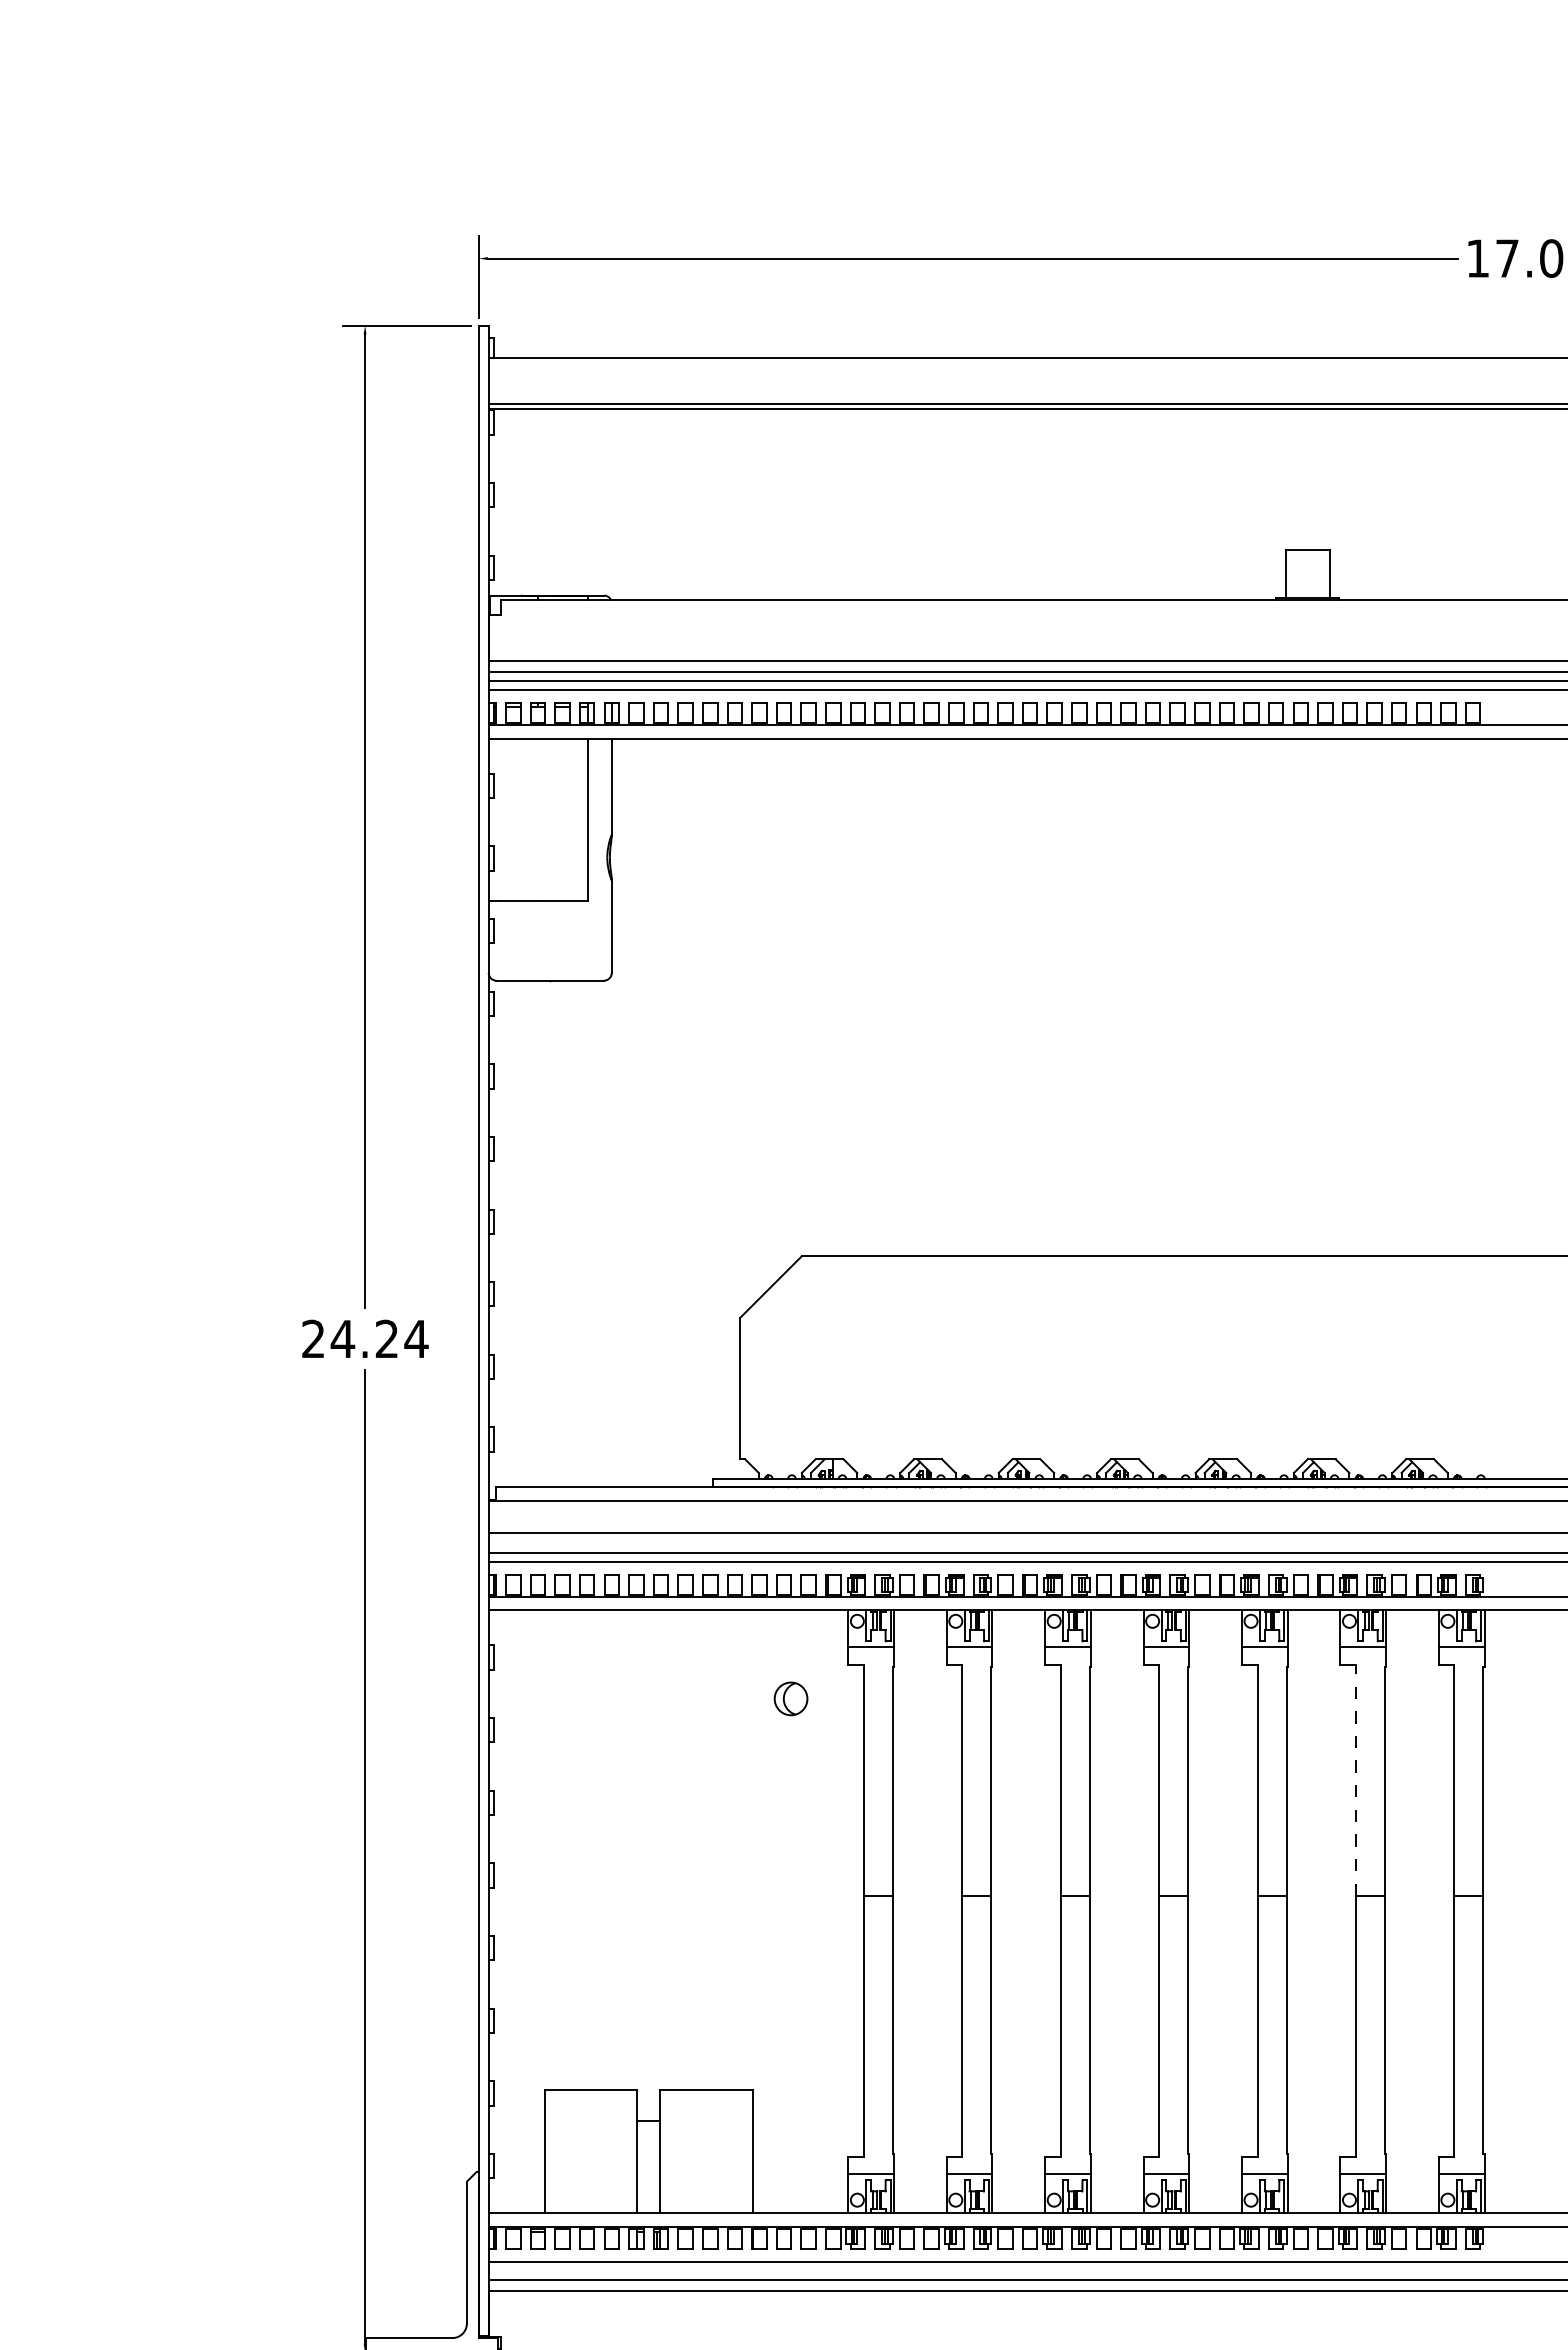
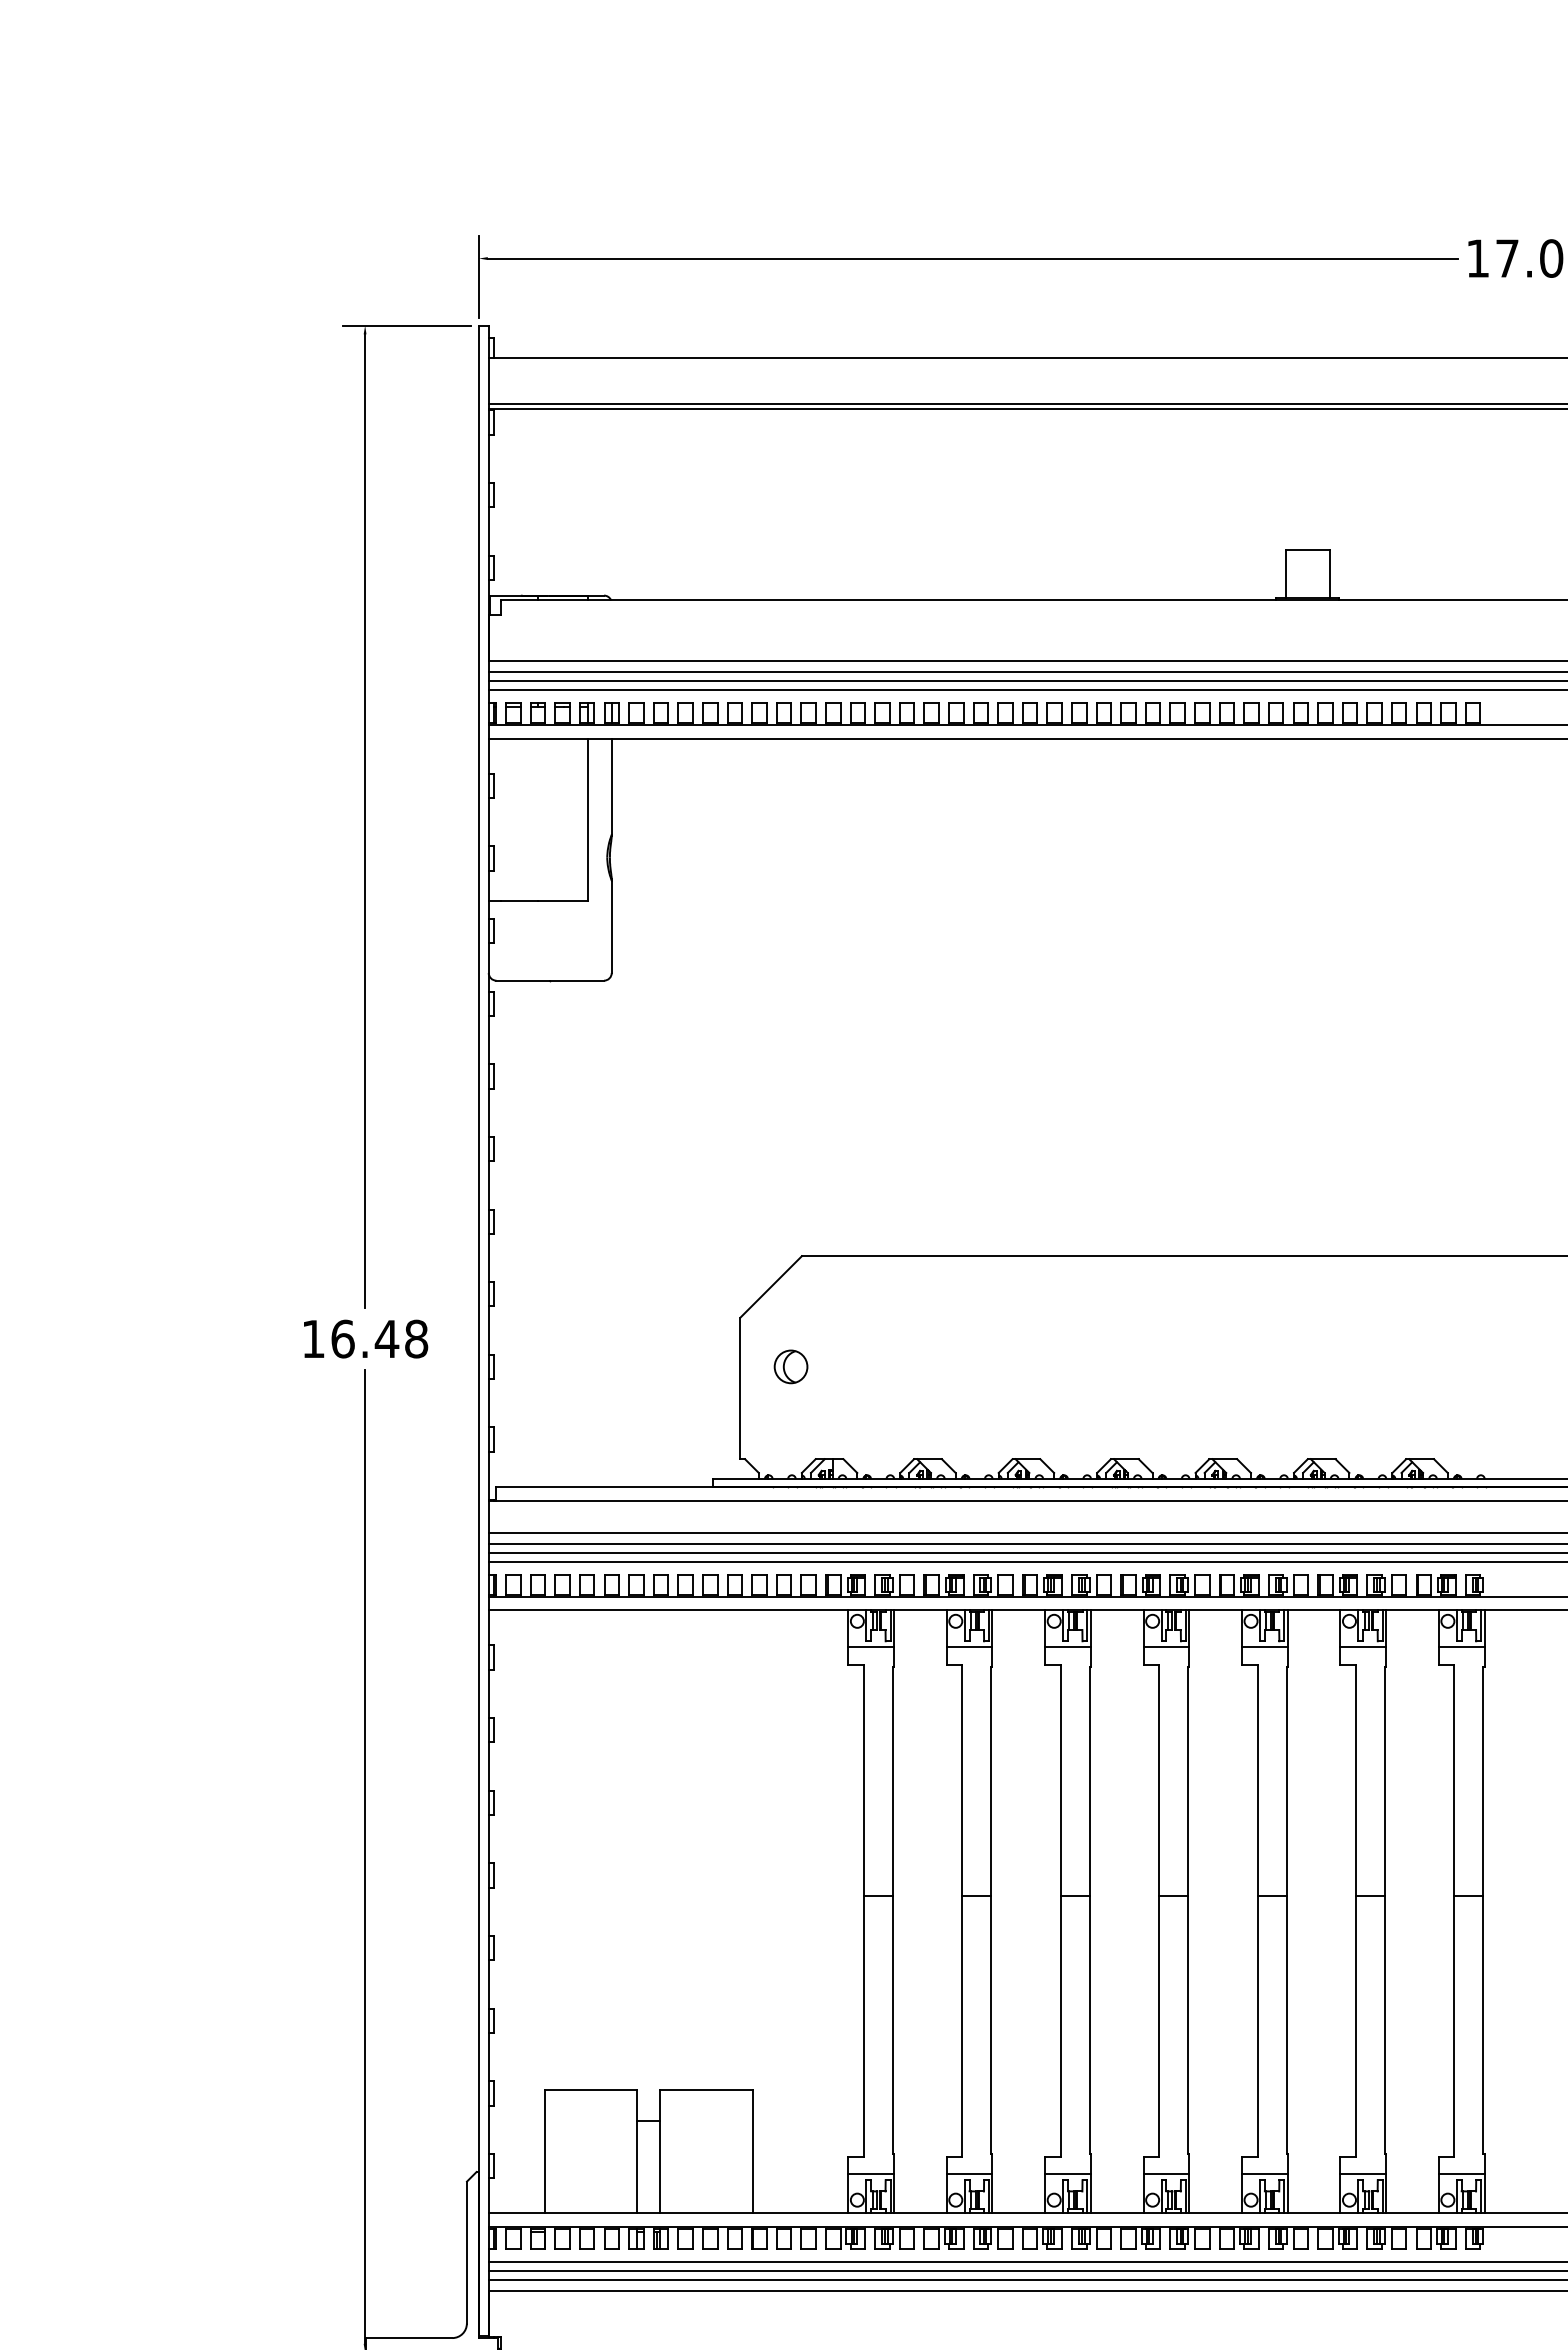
text at (365, 1338): 24.24 -> 16.48
line at (1026, 1544): none -> present
part at (790, 1698) position: (790, 1698) -> (790, 1366)
line at (1356, 1779): dashed -> solid
line at (1026, 2270): none -> present
